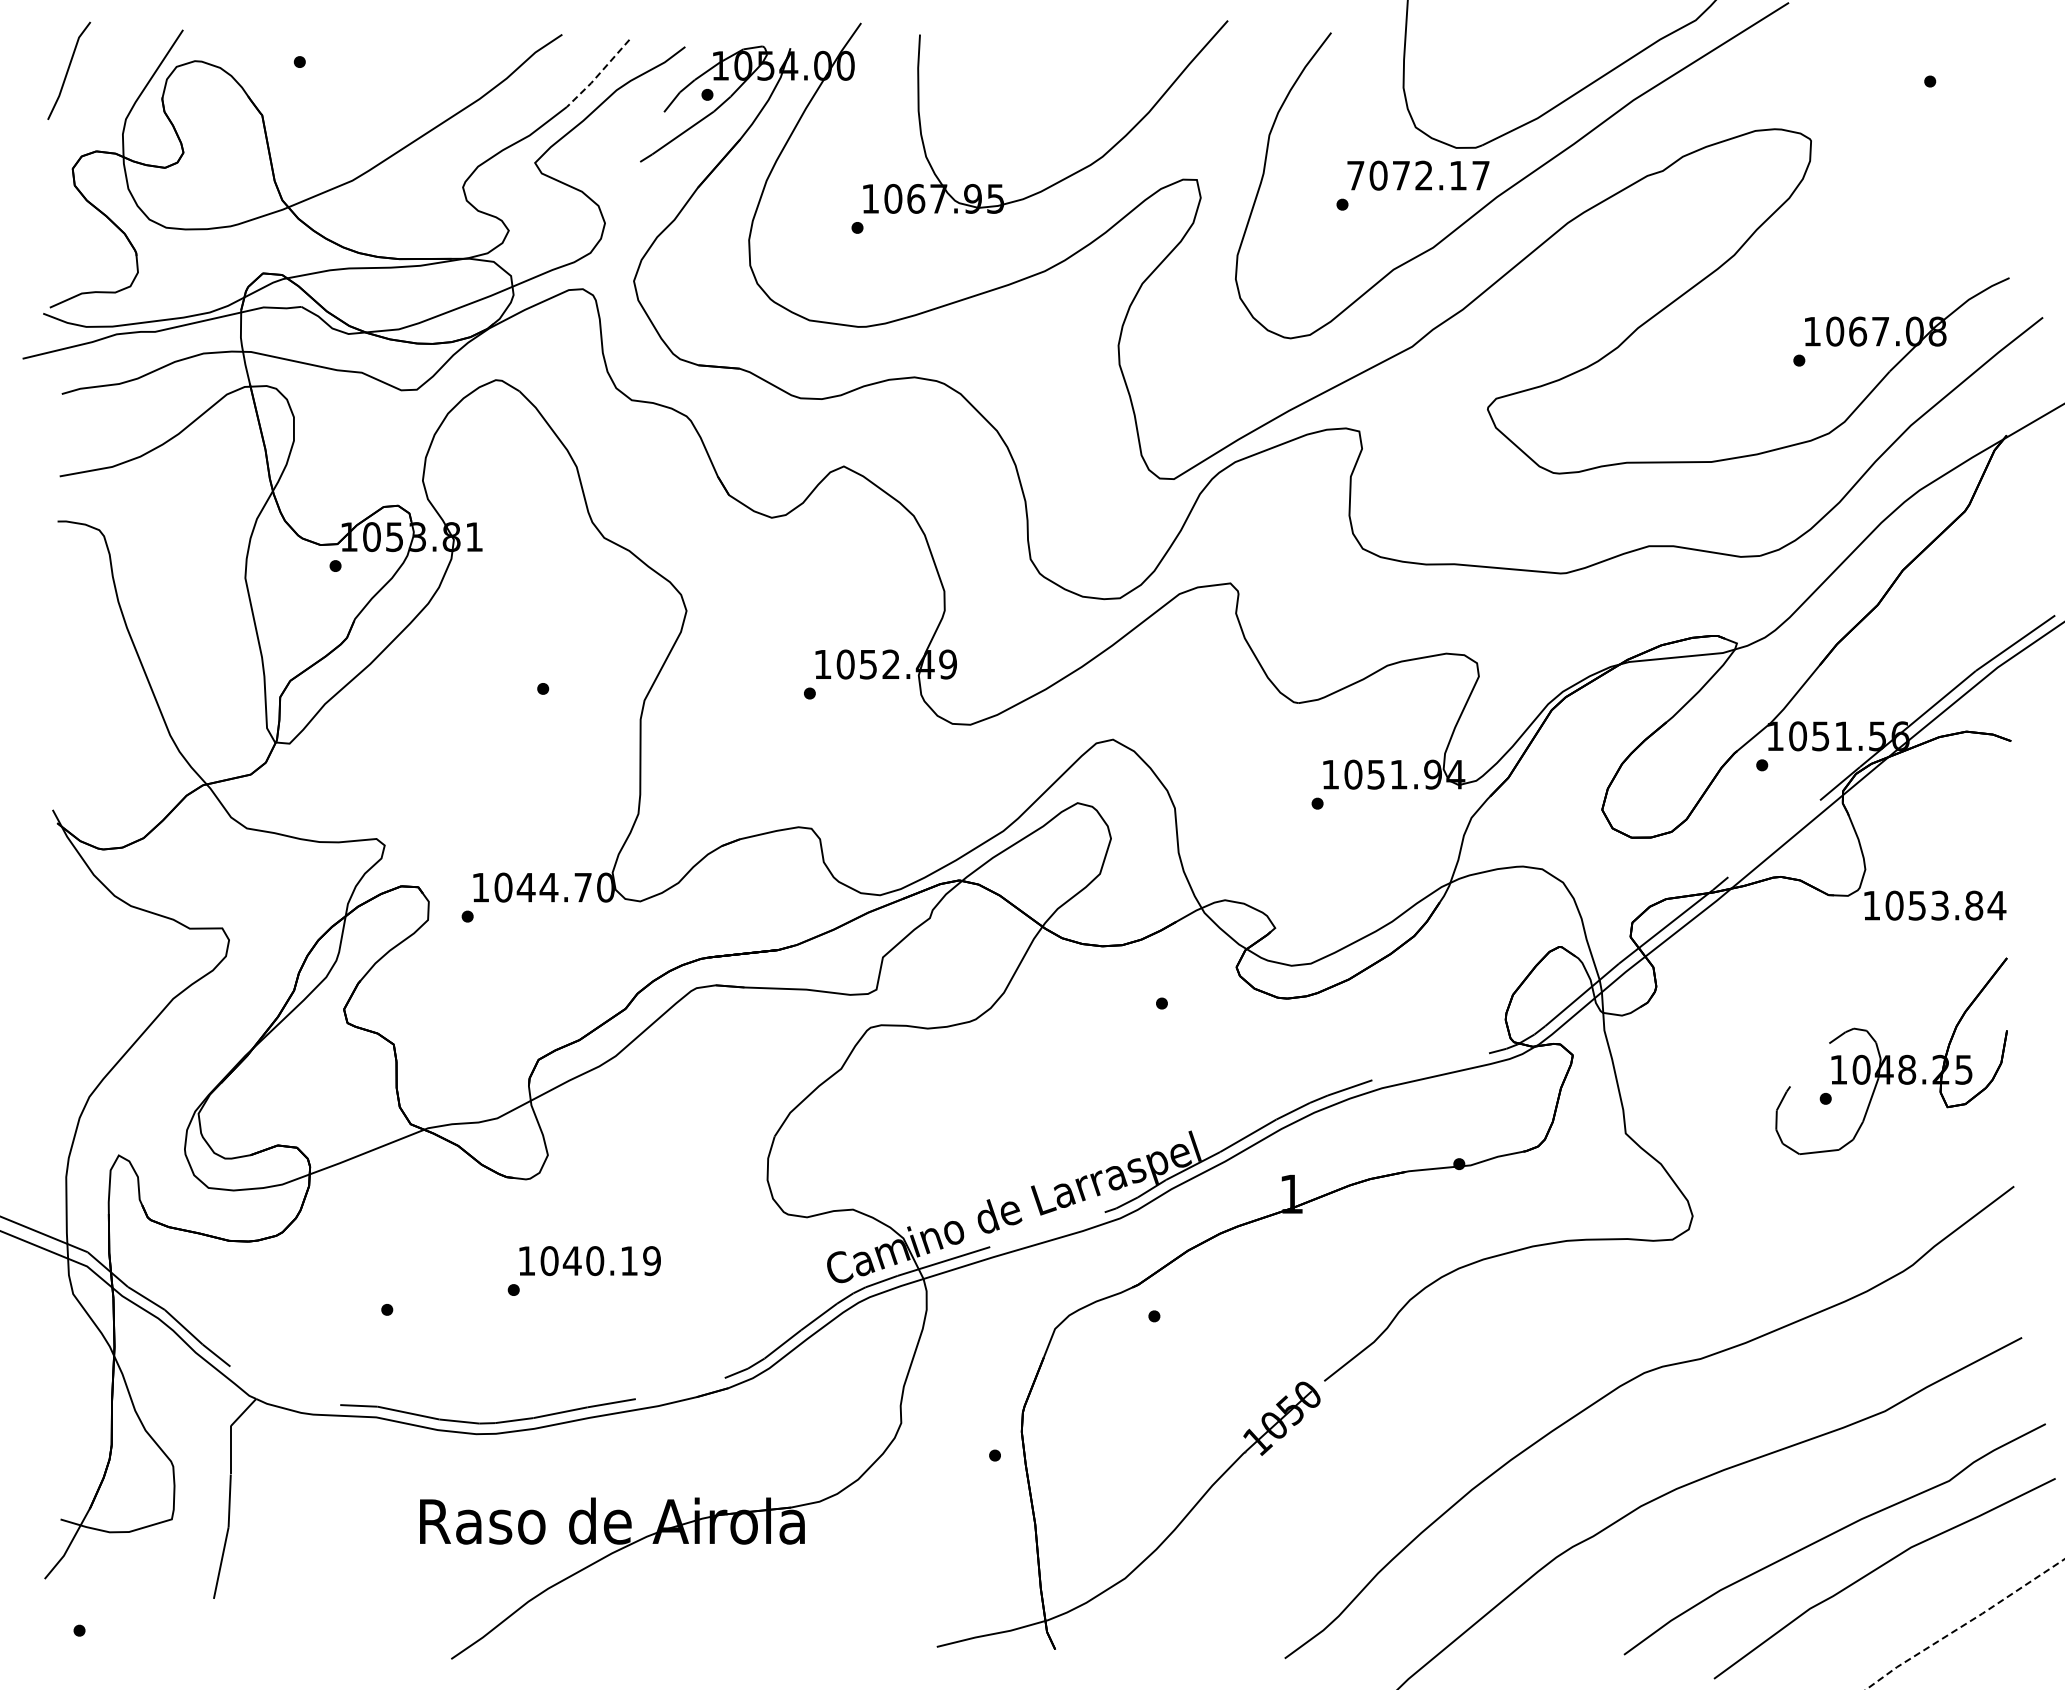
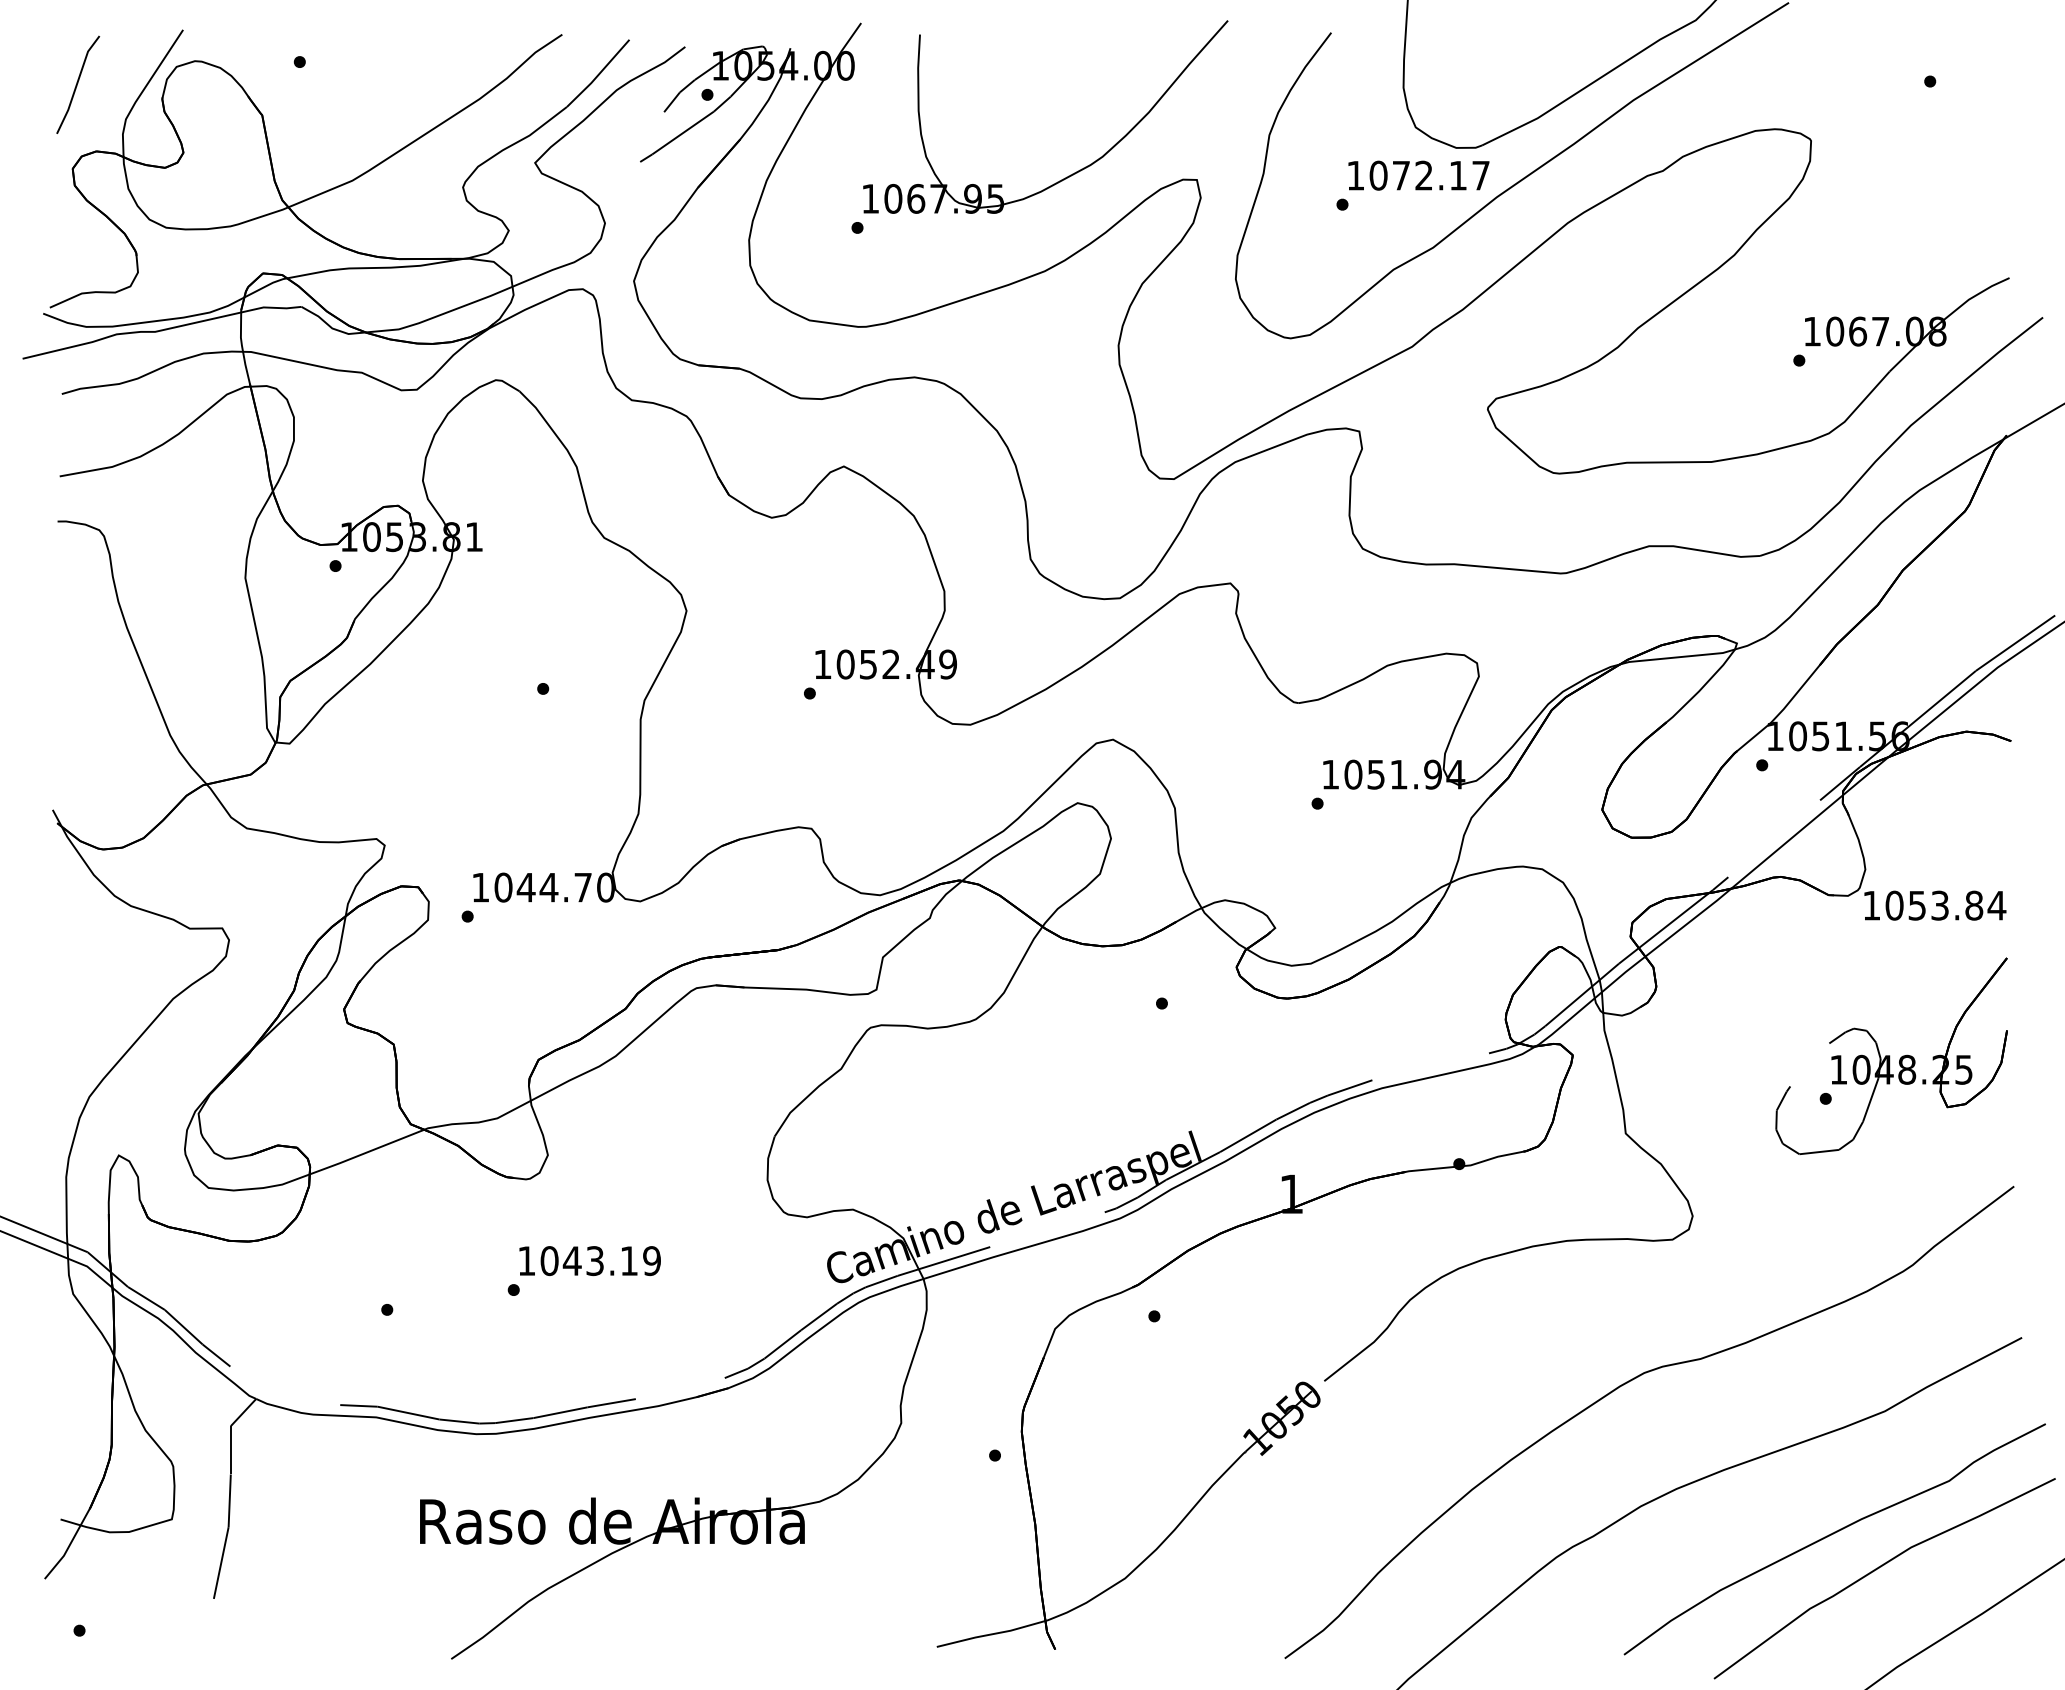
line at (69, 69) position: (69, 69) -> (78, 83)
line at (598, 74): dashed -> solid
text at (1355, 175): 7072.17 -> 1072.17
text at (595, 1261): 1040.19 -> 1043.19
line at (1965, 1624): dashed -> solid
